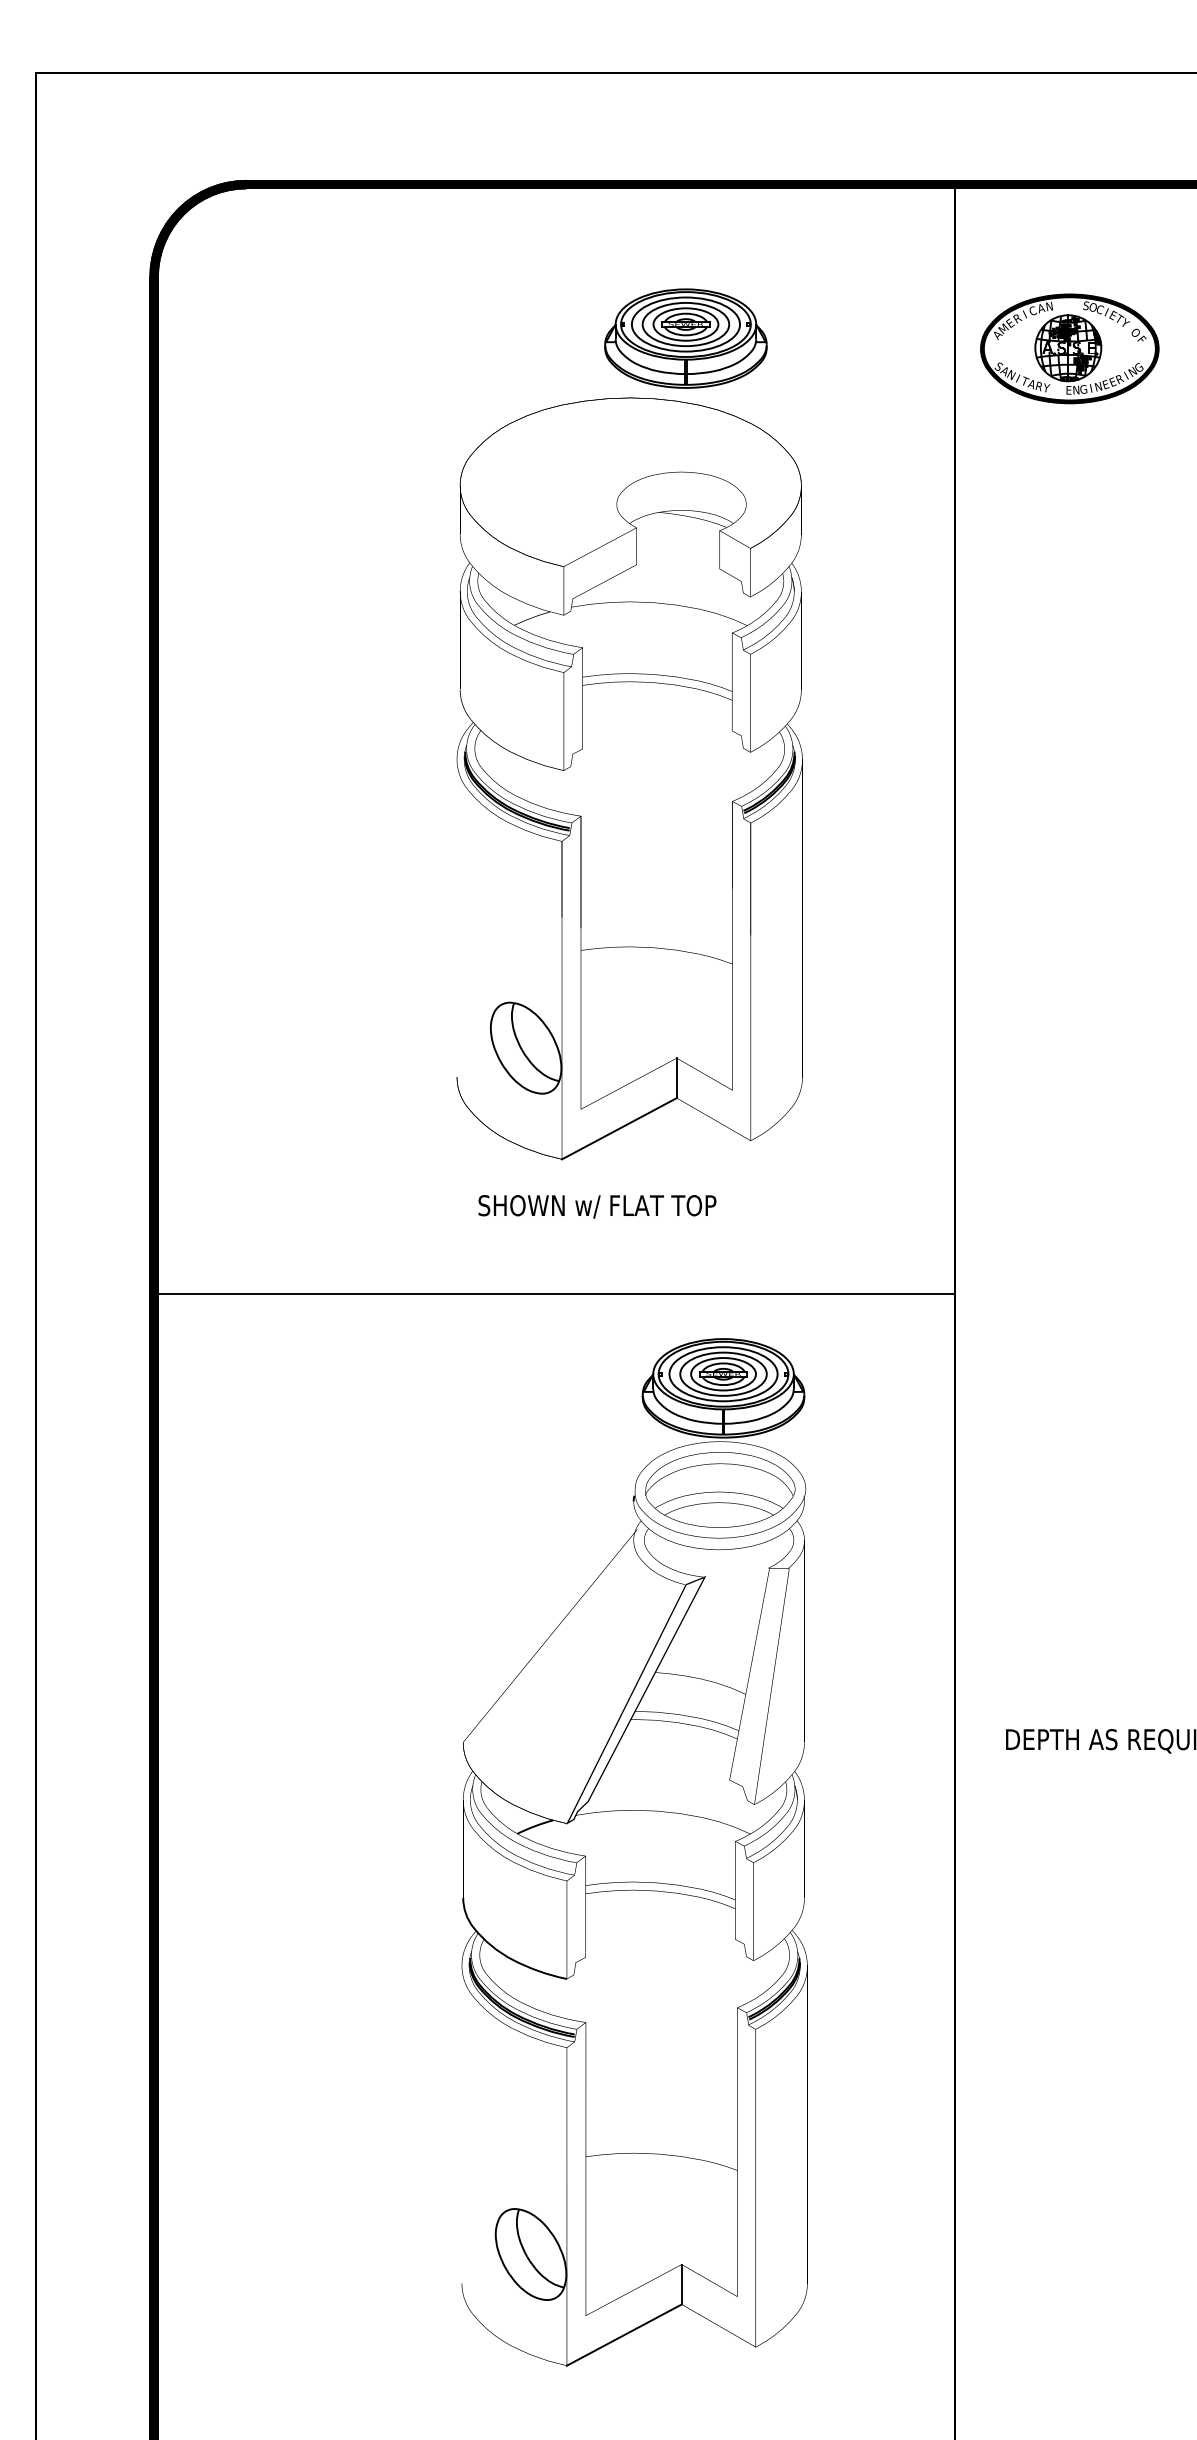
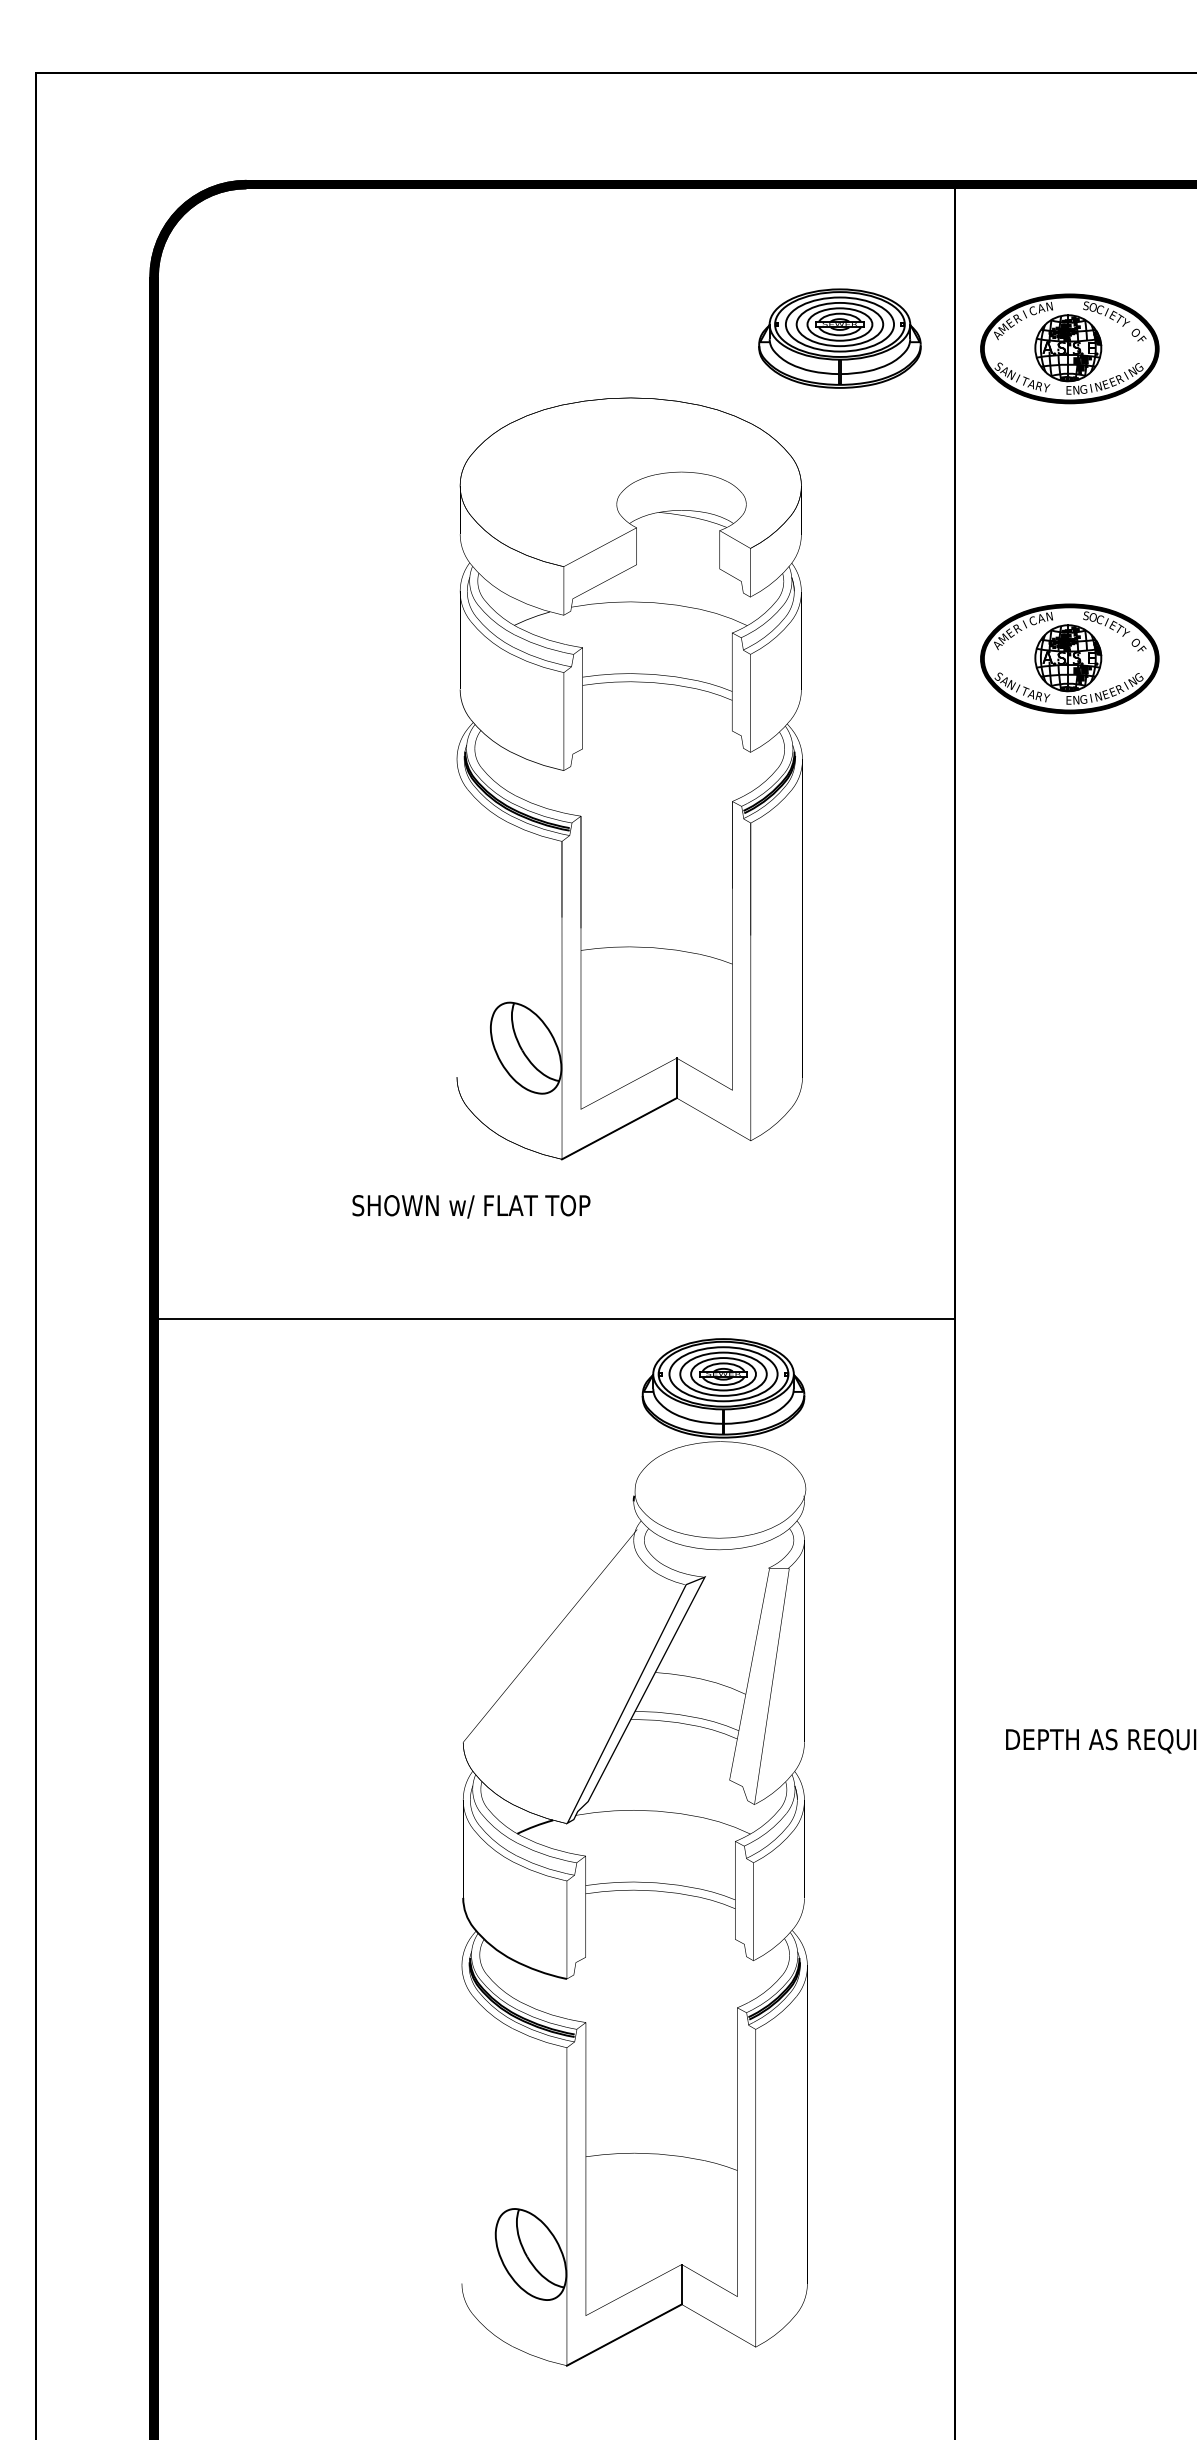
part at (685, 338) position: (685, 338) -> (839, 338)
part at (1069, 658): none -> present
text at (597, 1206) position: (597, 1206) -> (471, 1206)
line at (556, 1294) position: (556, 1294) -> (556, 1319)
part at (720, 1489): present -> none
